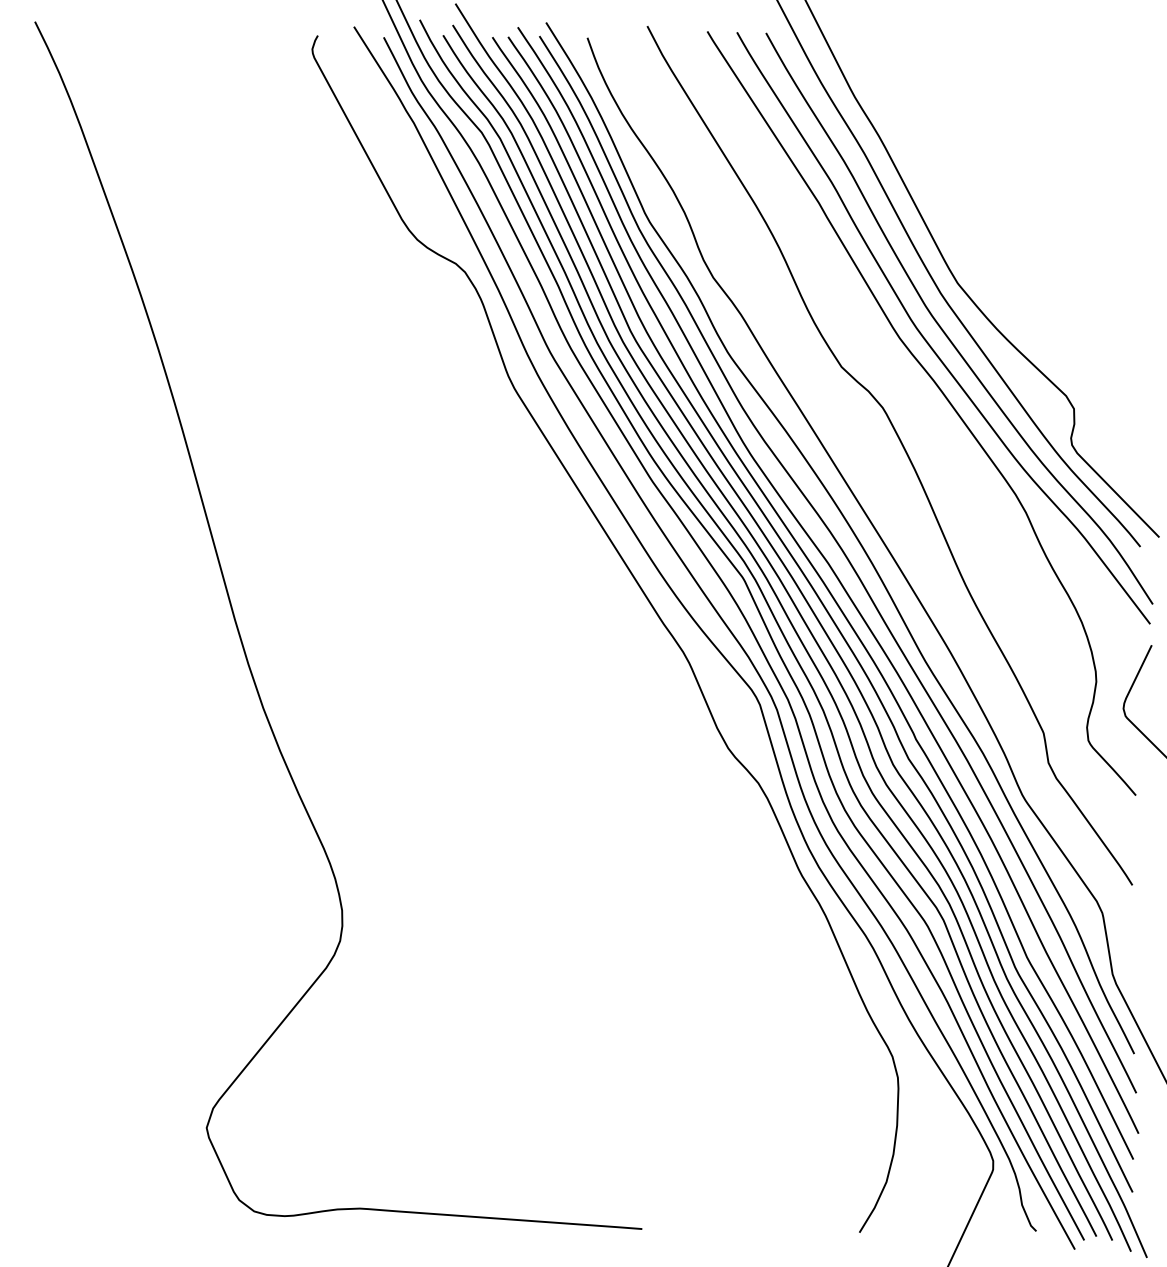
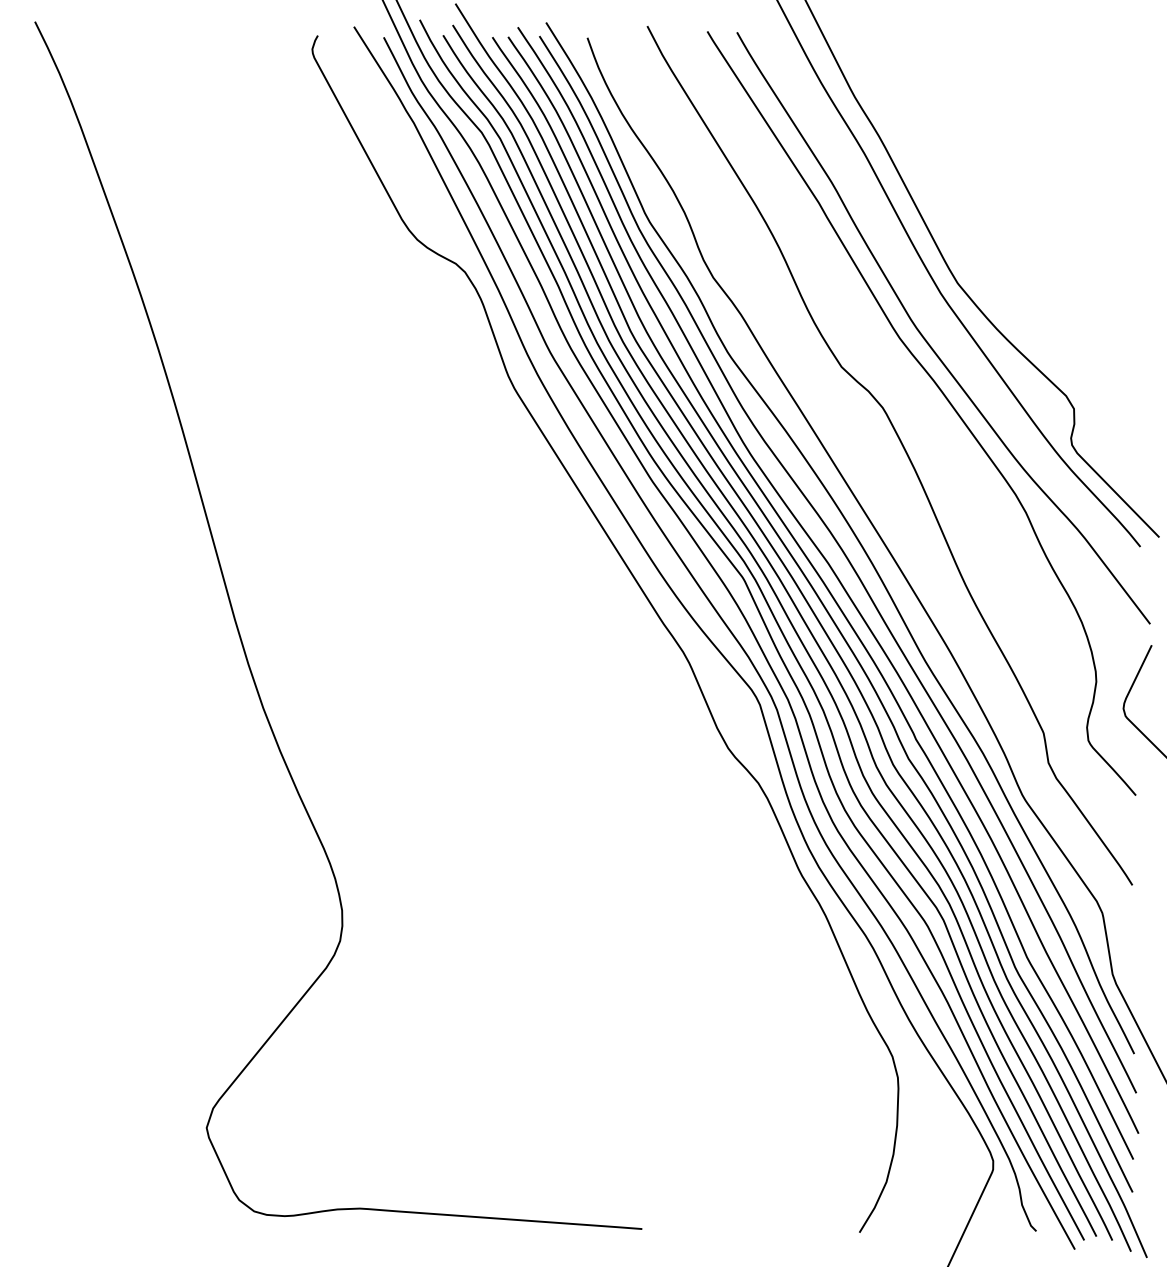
curve at (943, 329): present -> none
